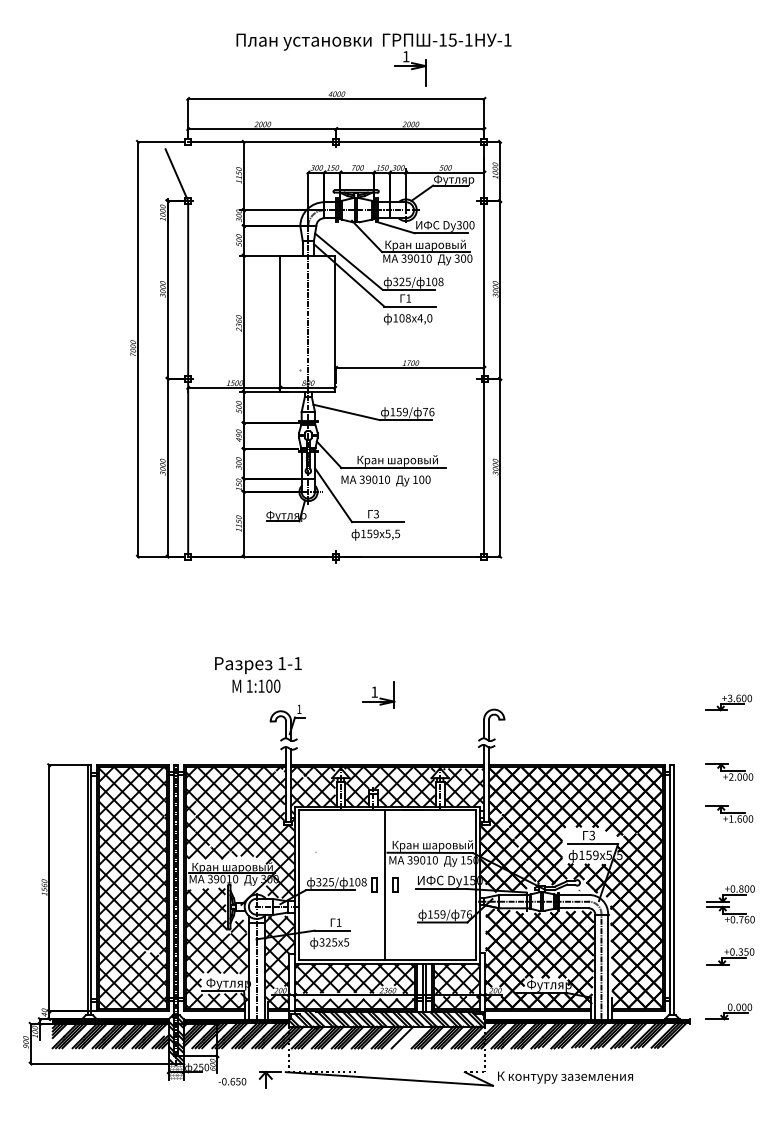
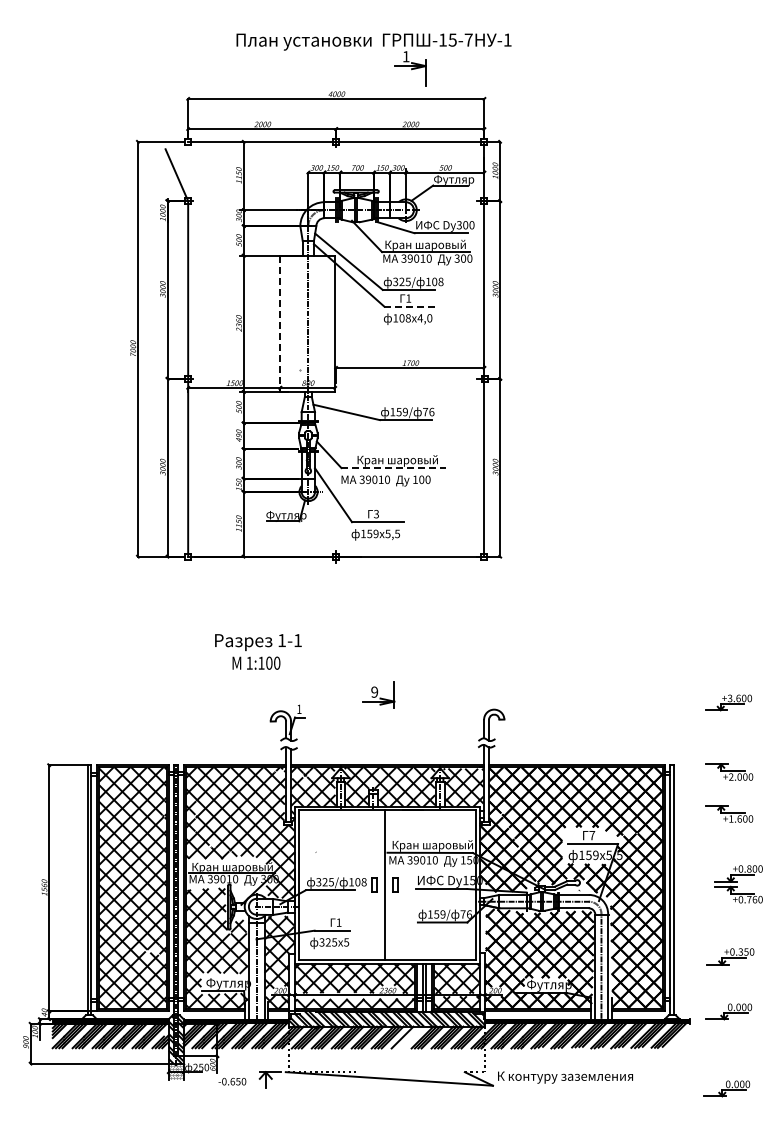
text at (468, 39): -15-1 -> -15-7
line at (410, 306): solid -> dashed
line at (280, 324): solid -> dashed
line at (393, 468): solid -> dashed
text at (258, 674) position: (258, 674) -> (258, 651)
text at (374, 691): 1 -> 9
text at (592, 835): 3 -> 7
part at (730, 904) position: (730, 904) -> (738, 884)
part at (726, 1088): none -> present
